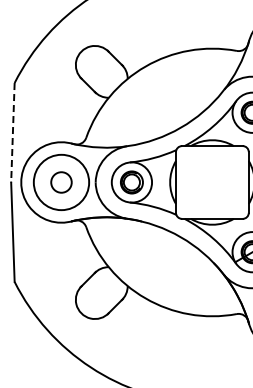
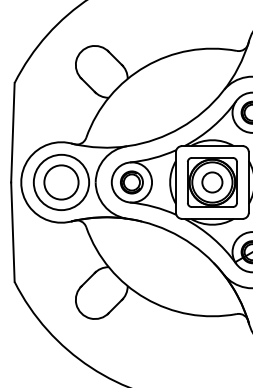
line at (12, 132): dashed -> solid
circle at (61, 182) diameter: 21 px -> 34 px
part at (212, 182): none -> present
